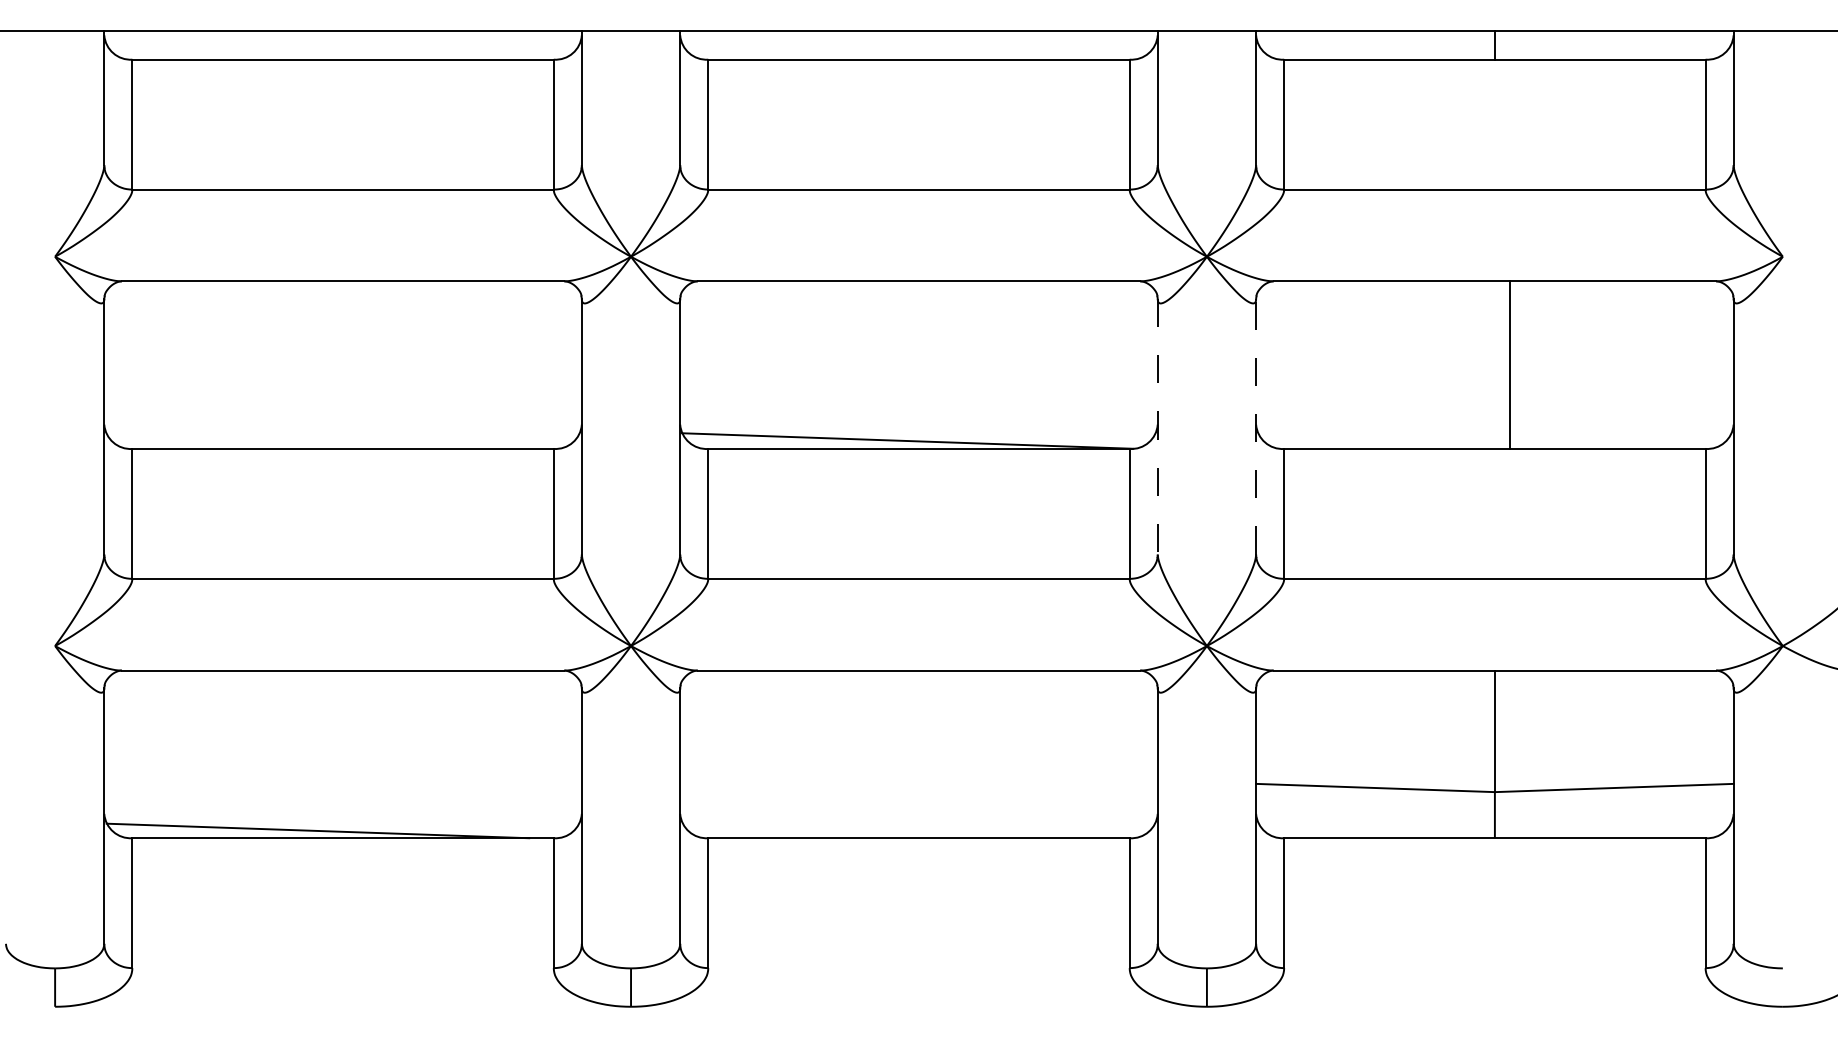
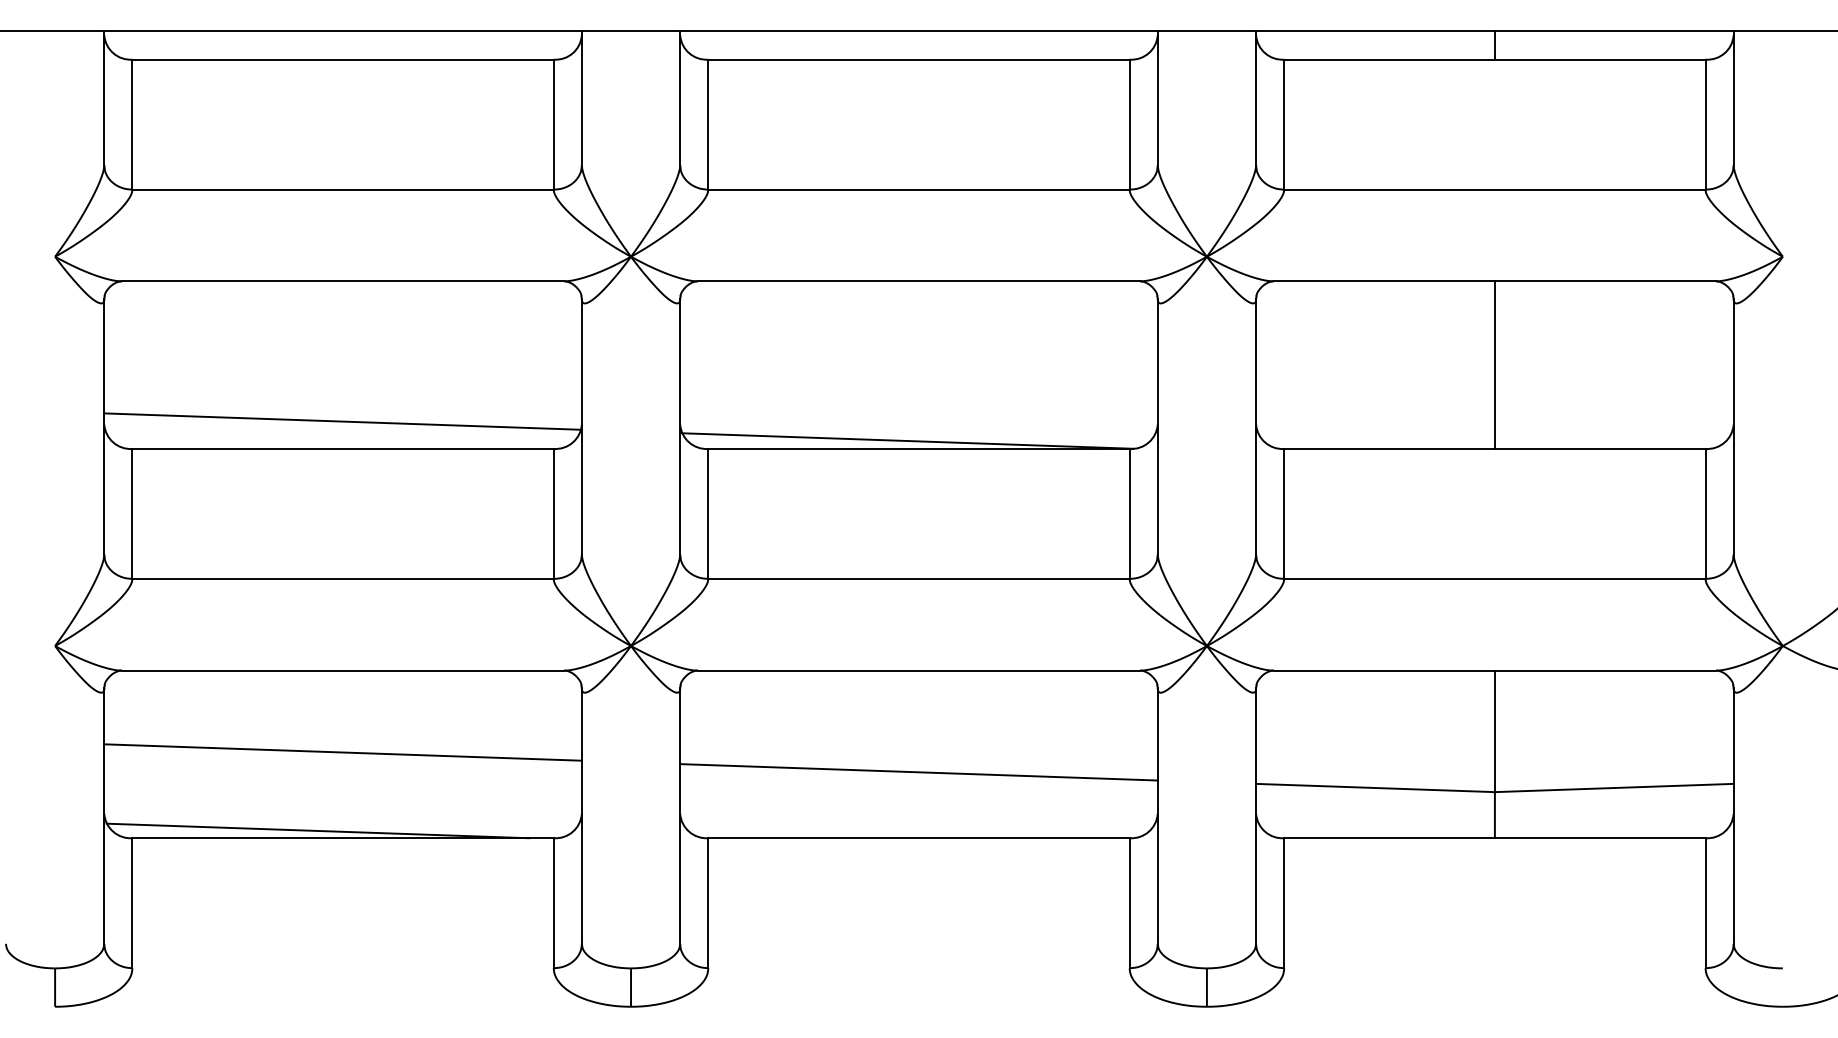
line at (1509, 364) position: (1509, 364) -> (1494, 364)
line at (342, 421): none -> present
line at (1157, 426): dashed -> solid
line at (1256, 426): dashed -> solid
line at (342, 752): none -> present
line at (918, 772): none -> present
